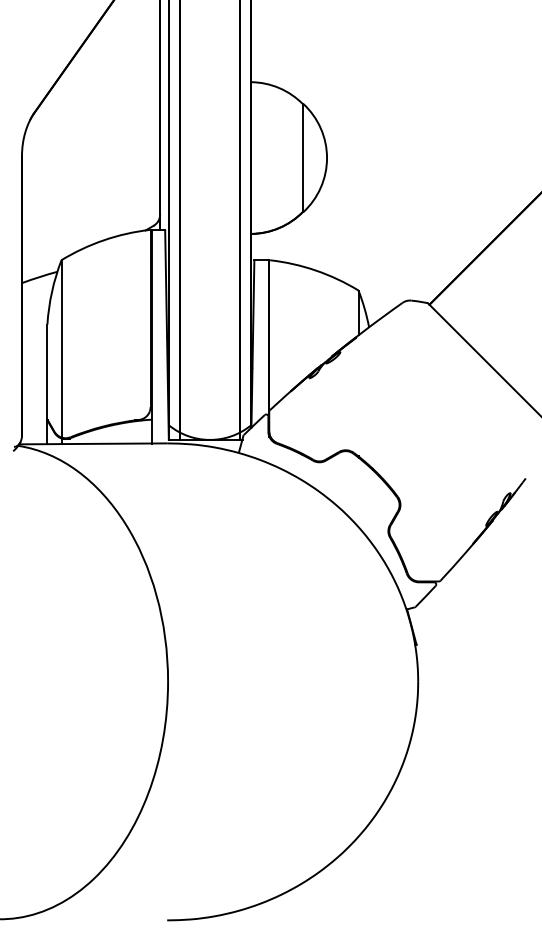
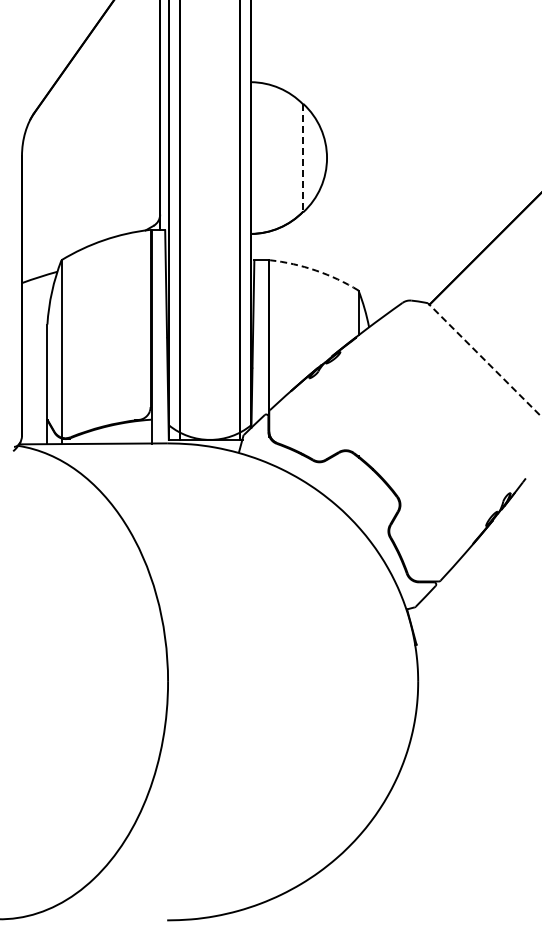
line at (303, 158): solid -> dashed
arc at (316, 270): solid -> dashed
line at (484, 360): solid -> dashed
